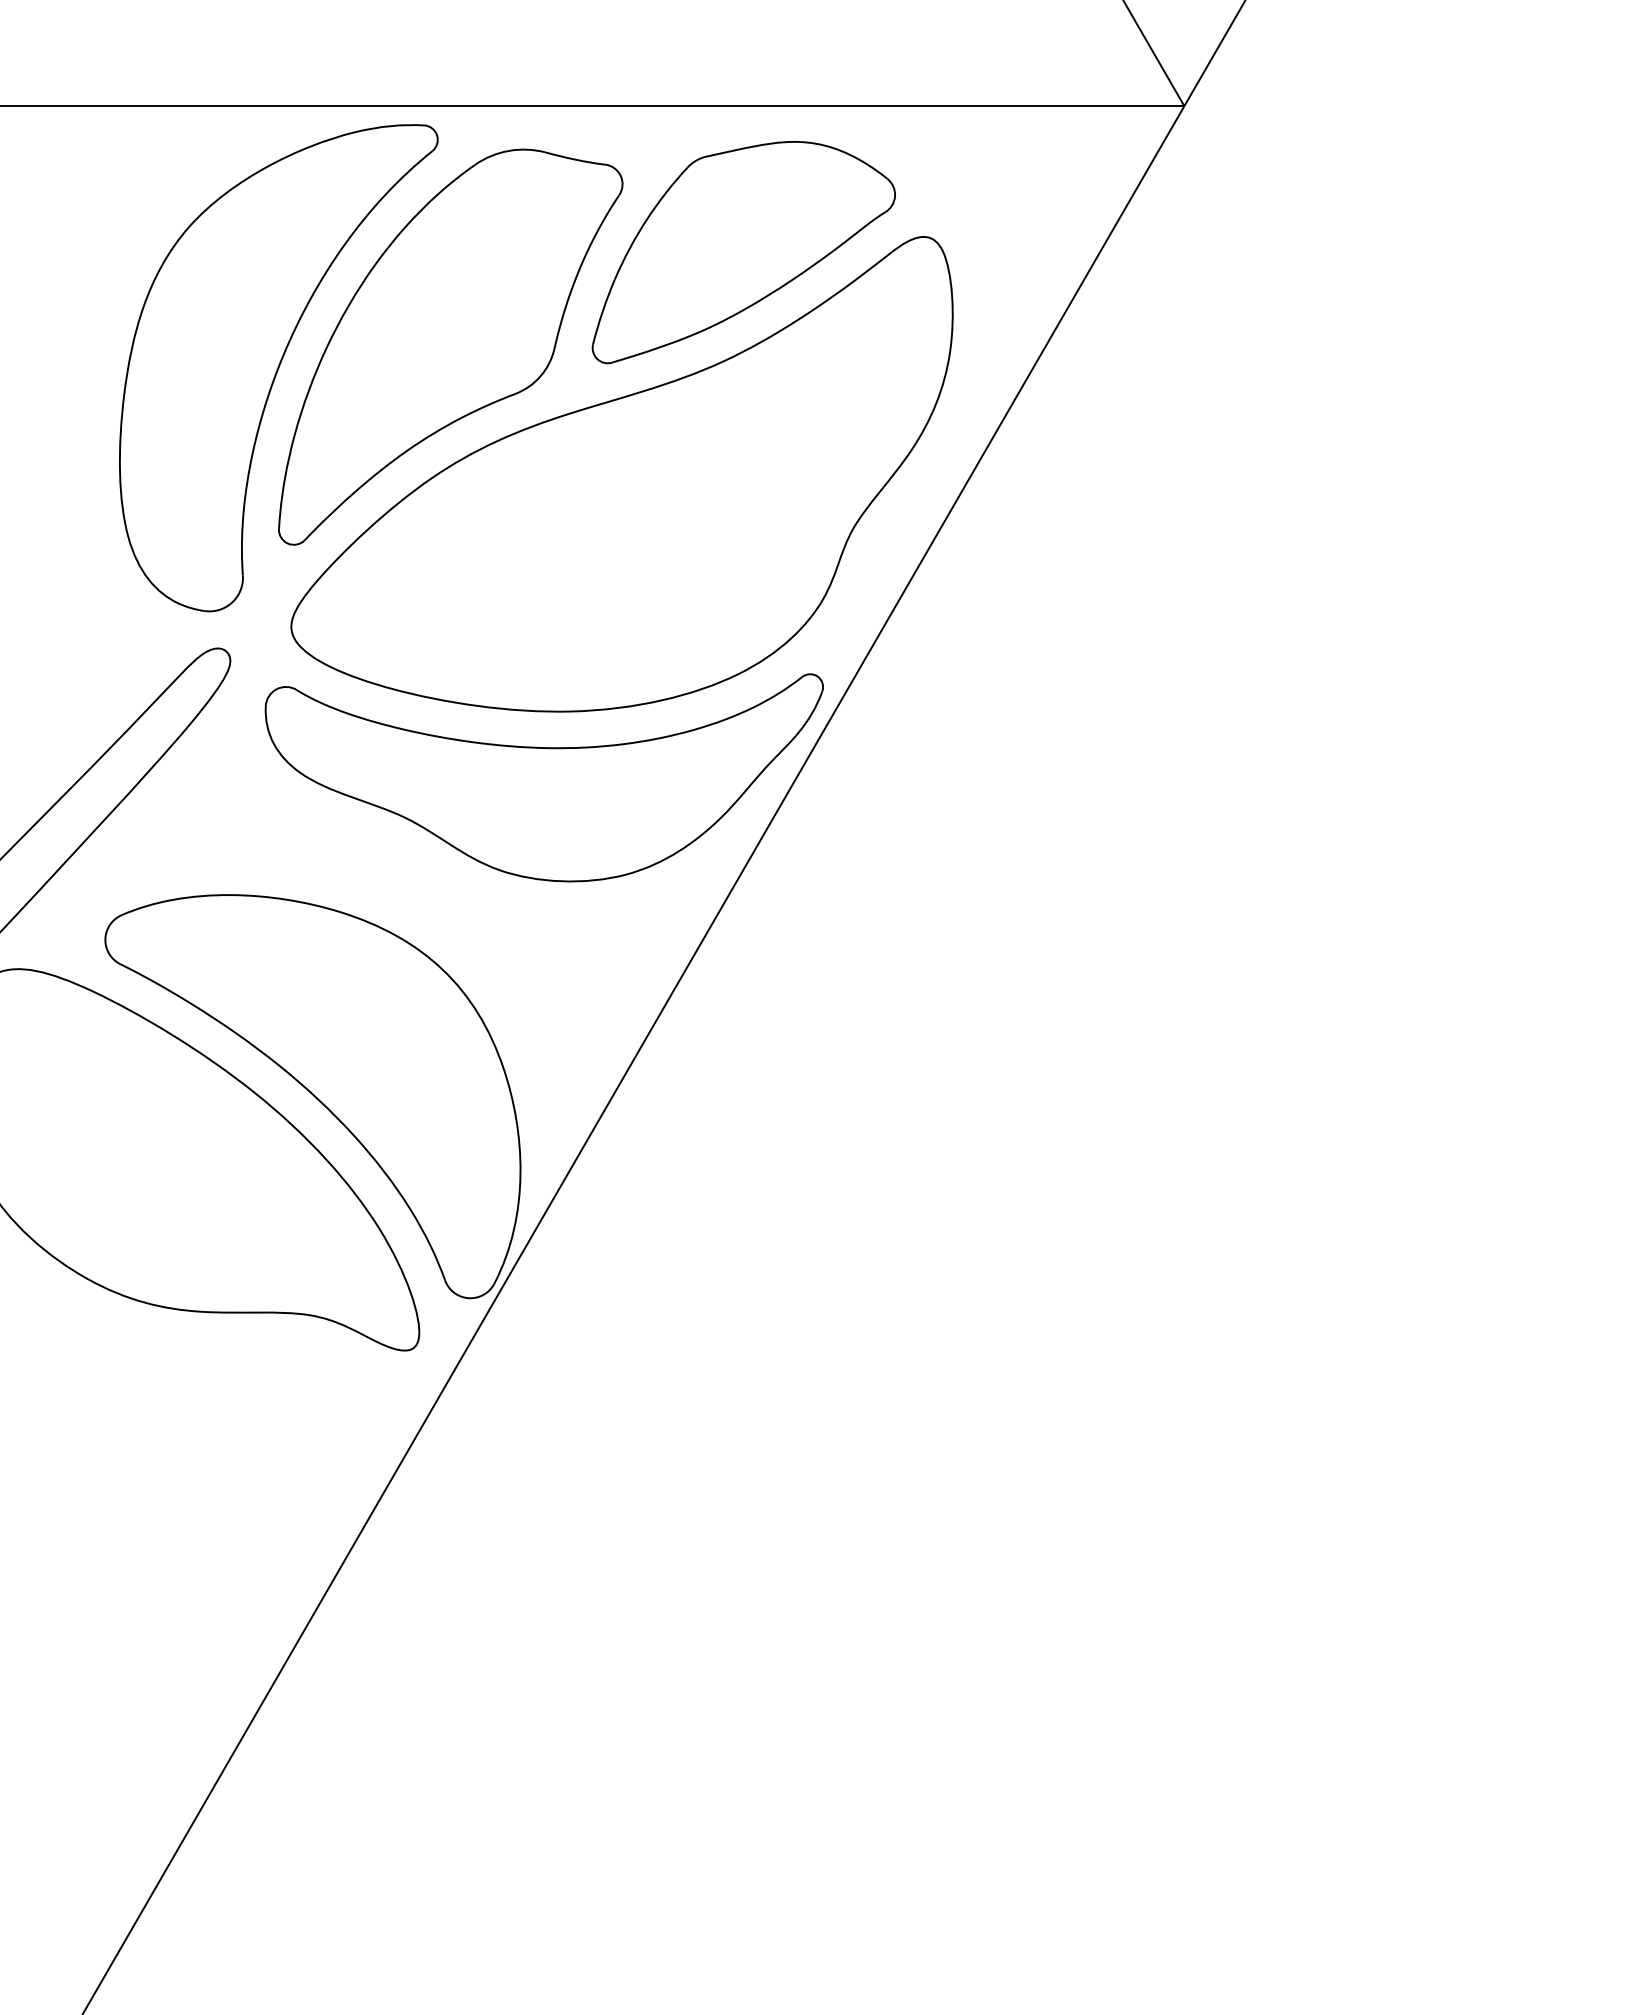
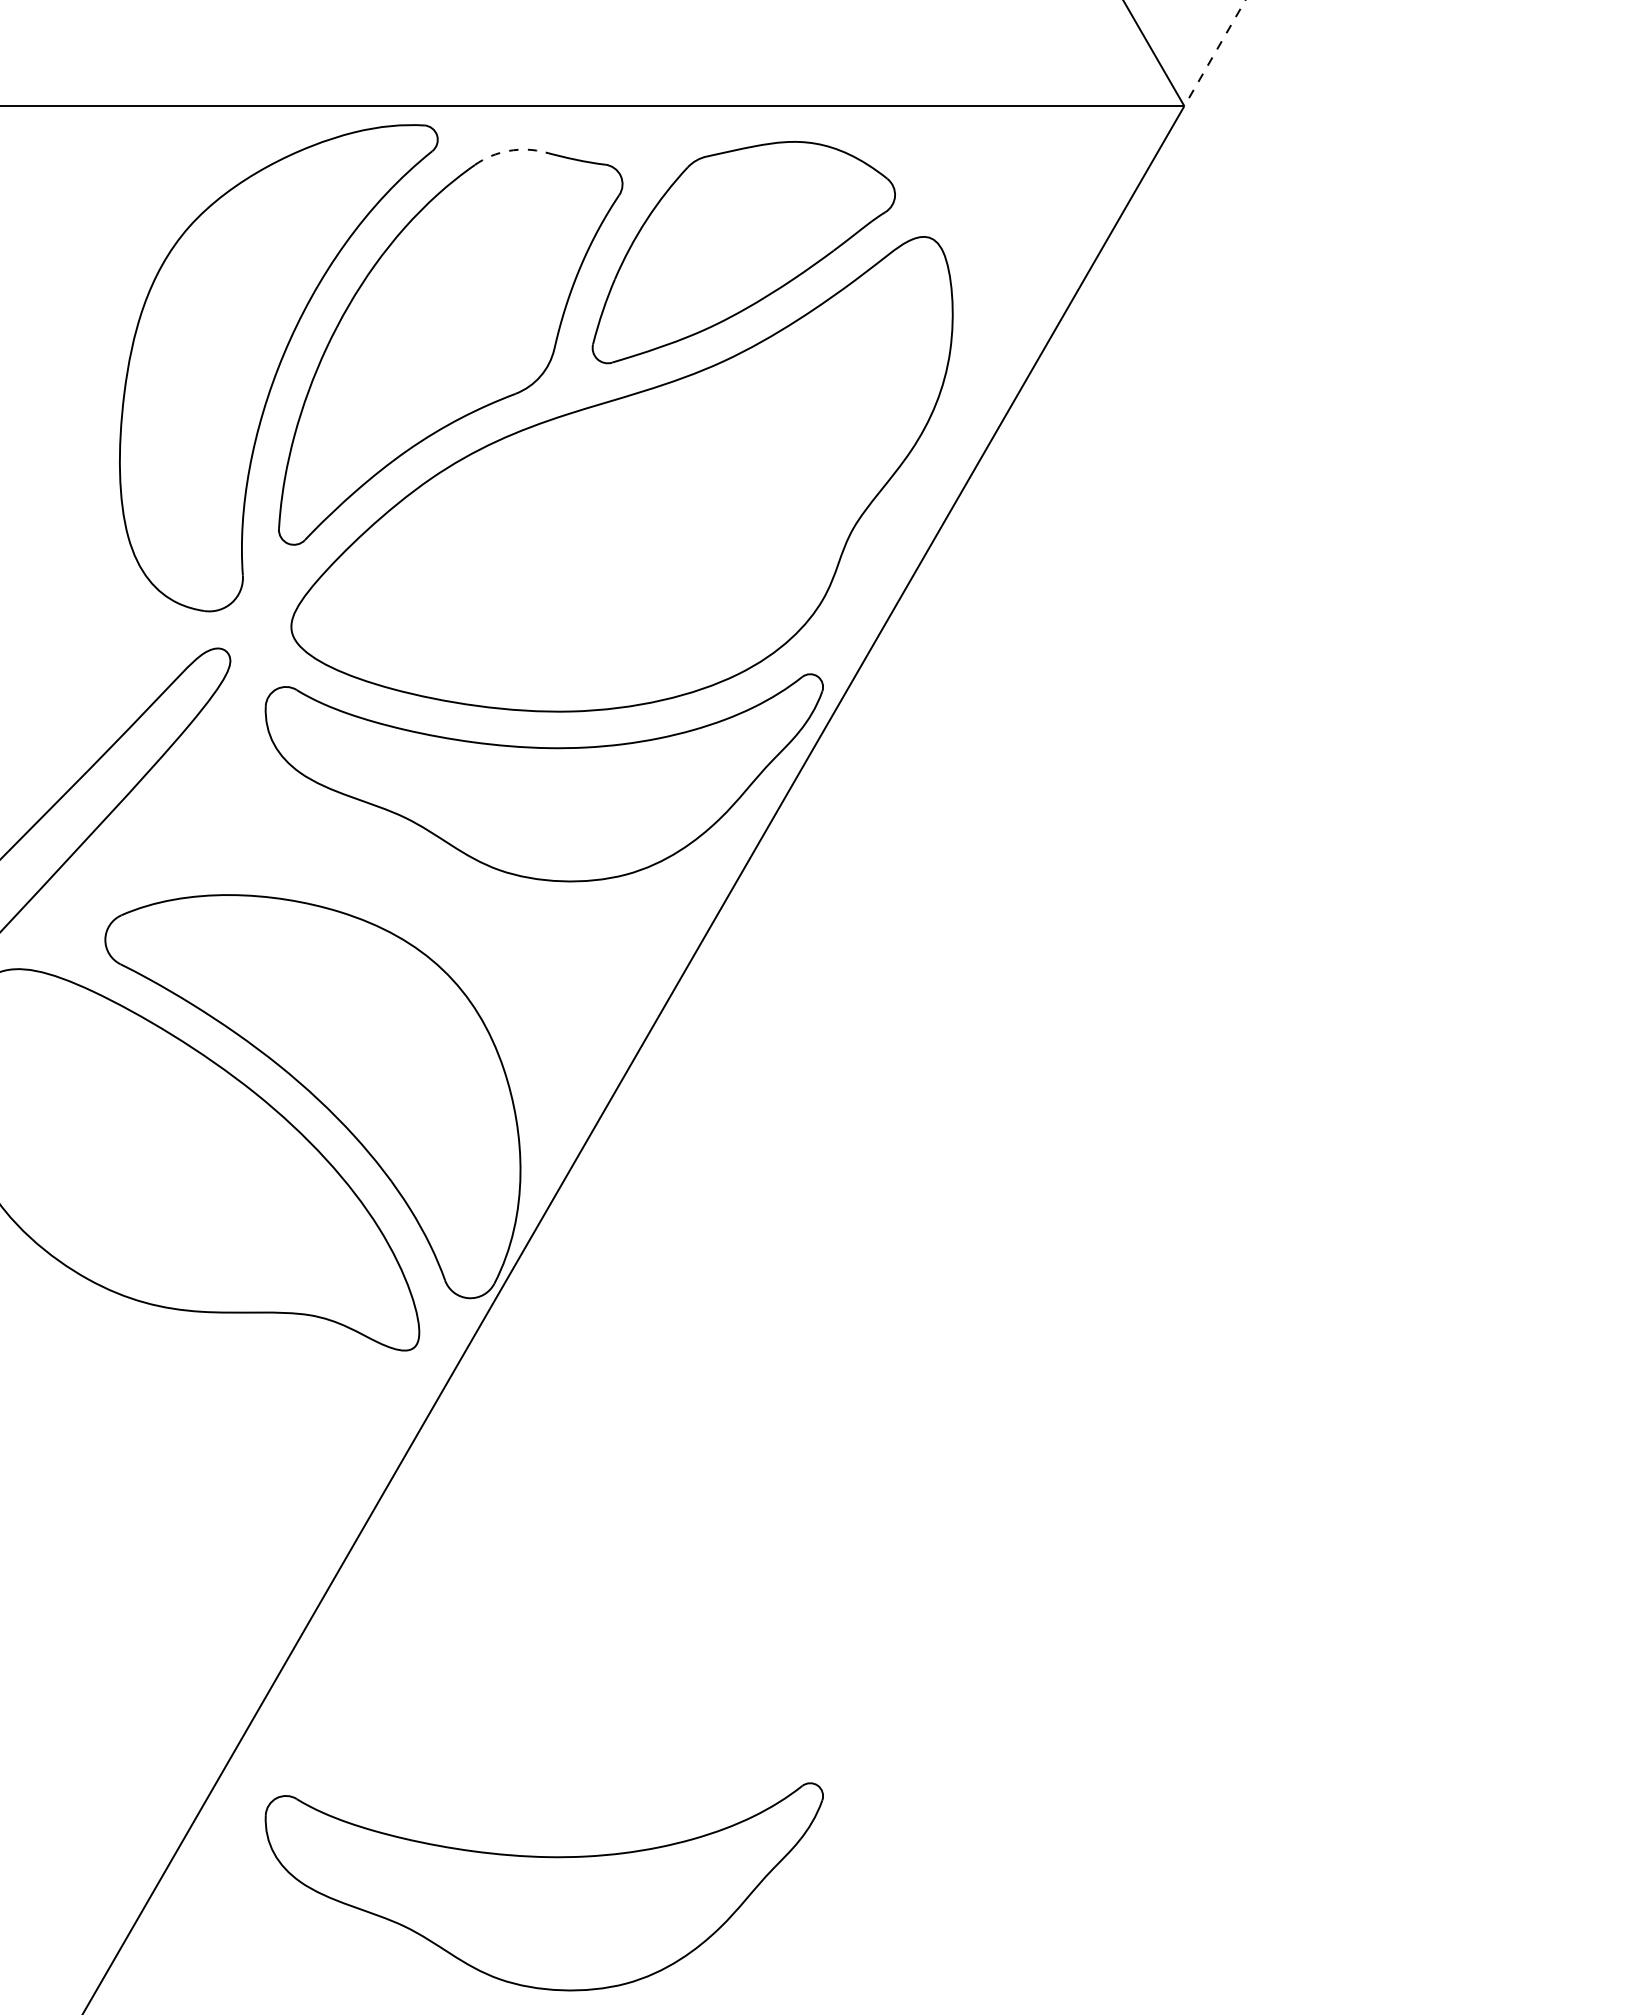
line at (1214, 53): solid -> dashed
arc at (508, 150): solid -> dashed
part at (543, 1886): none -> present
